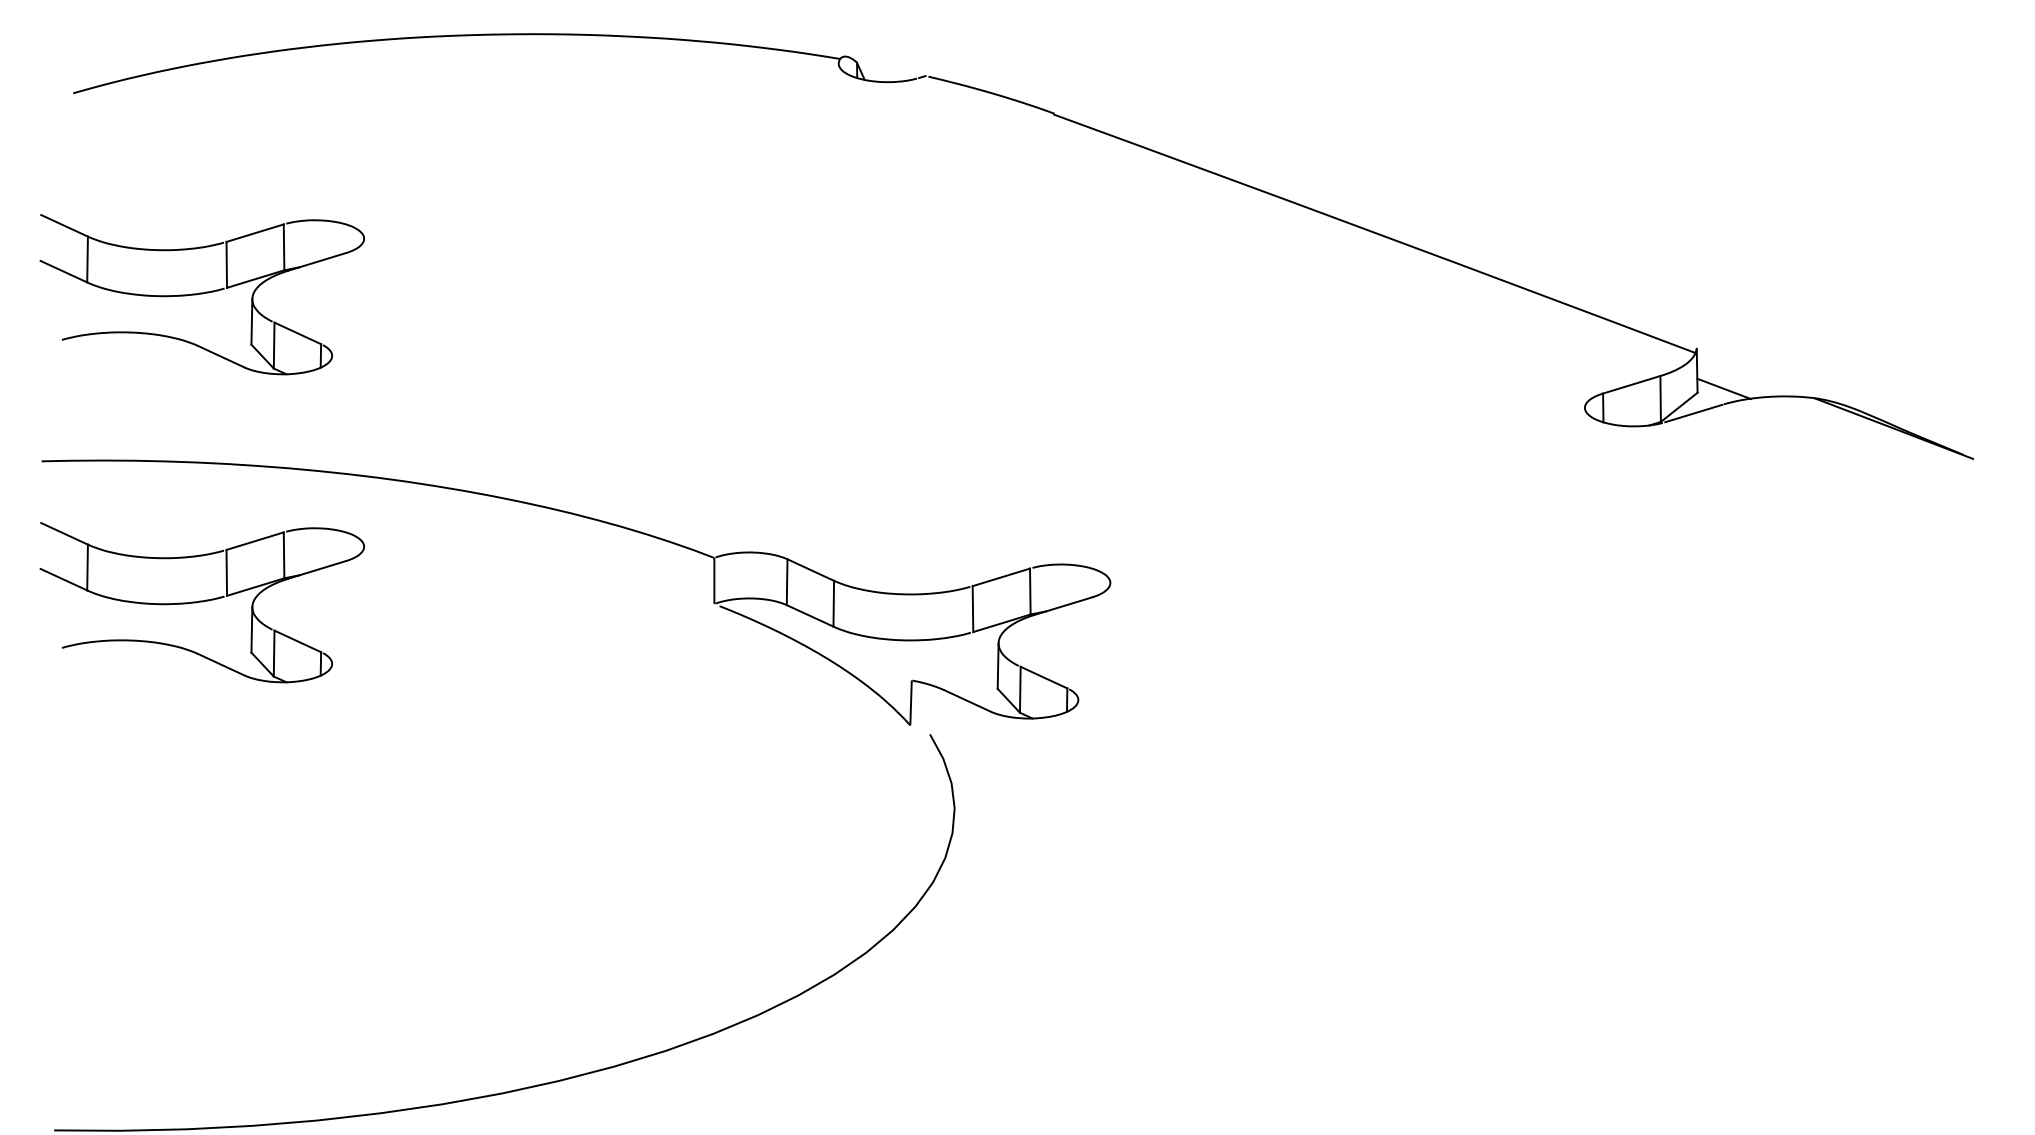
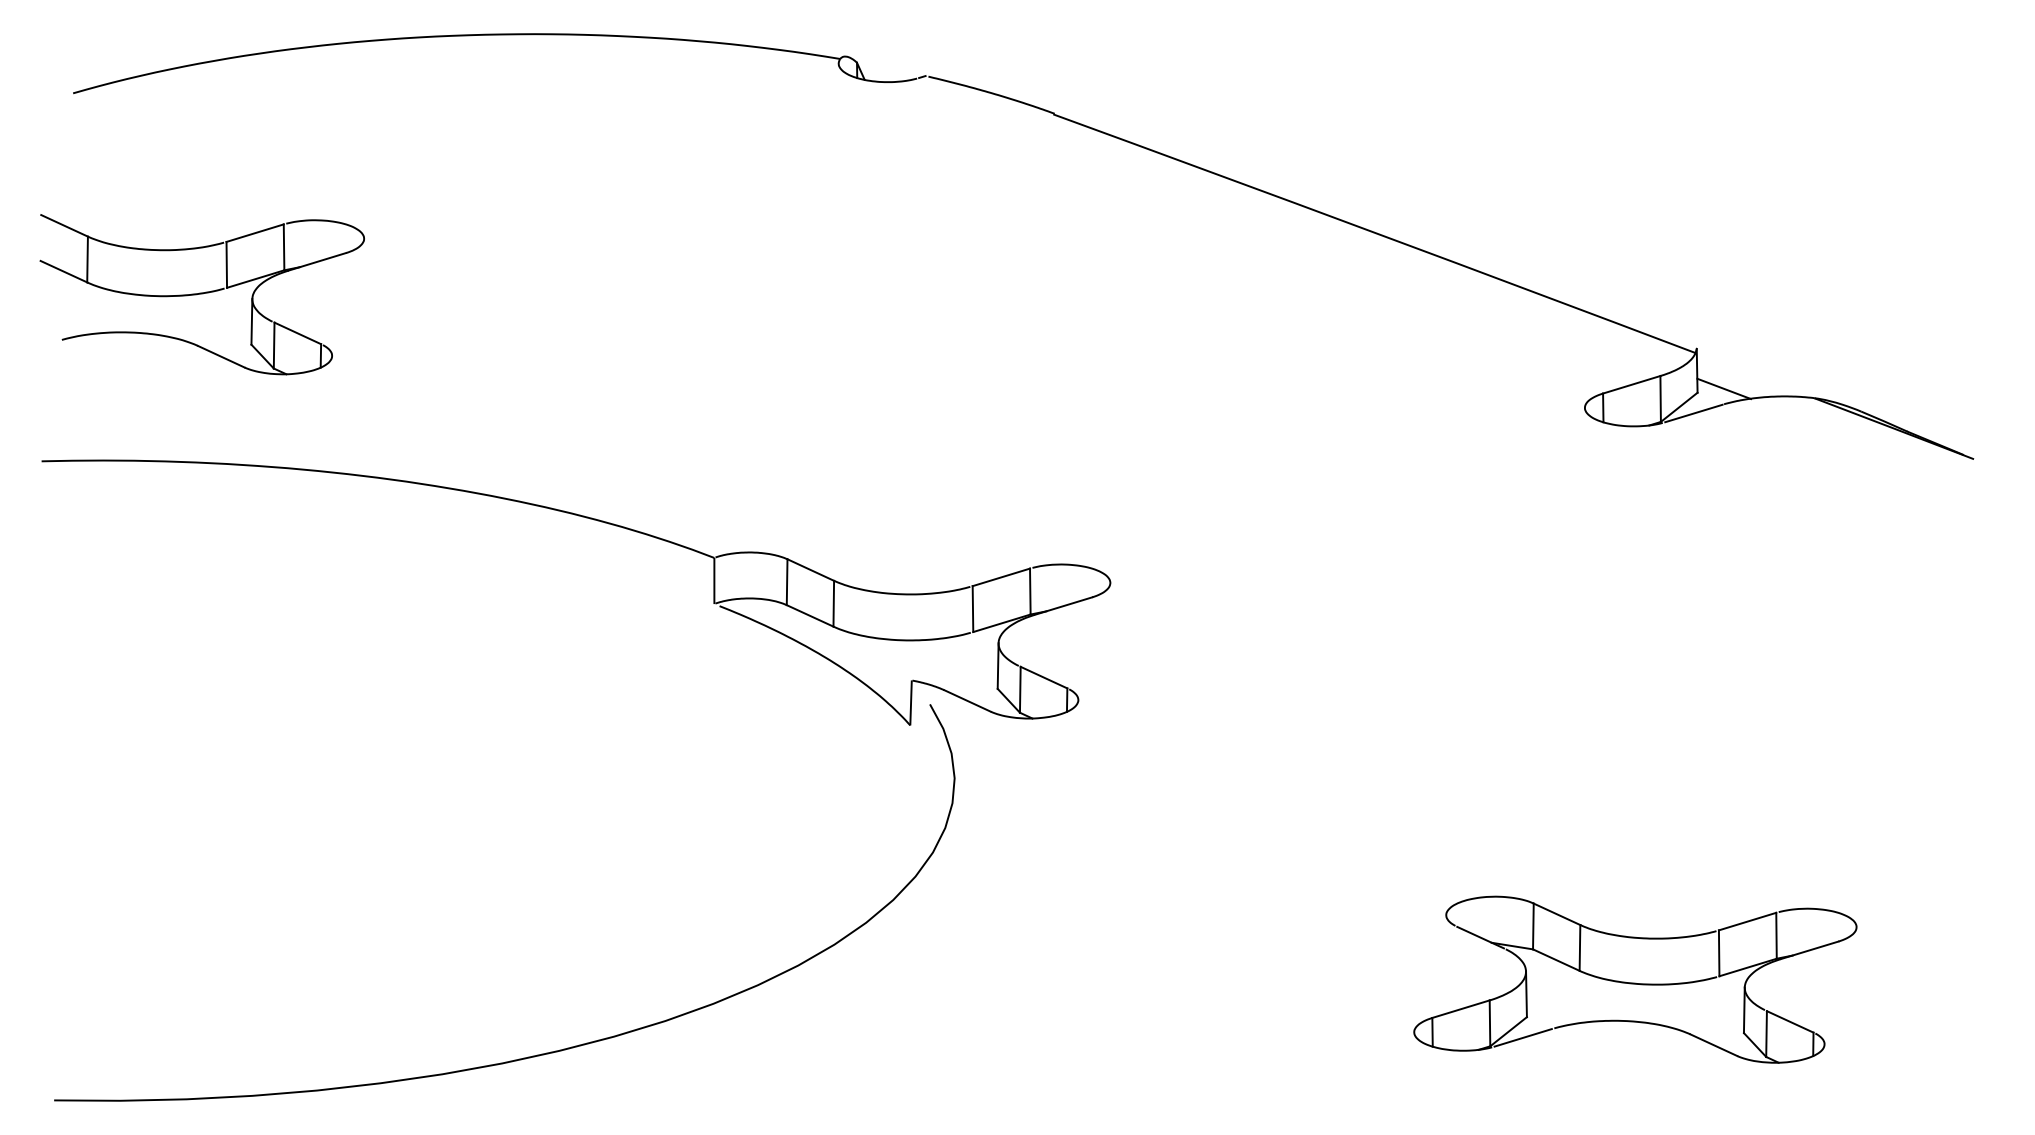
part at (201, 602): present -> none
part at (1635, 979): none -> present
curve at (541, 1083) position: (541, 1083) -> (541, 1053)
